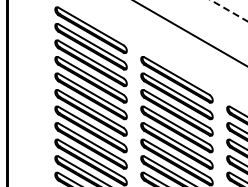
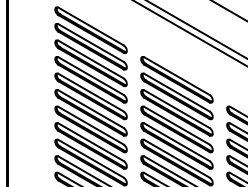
line at (229, 10): dashed -> solid
line at (196, 29): none -> present
